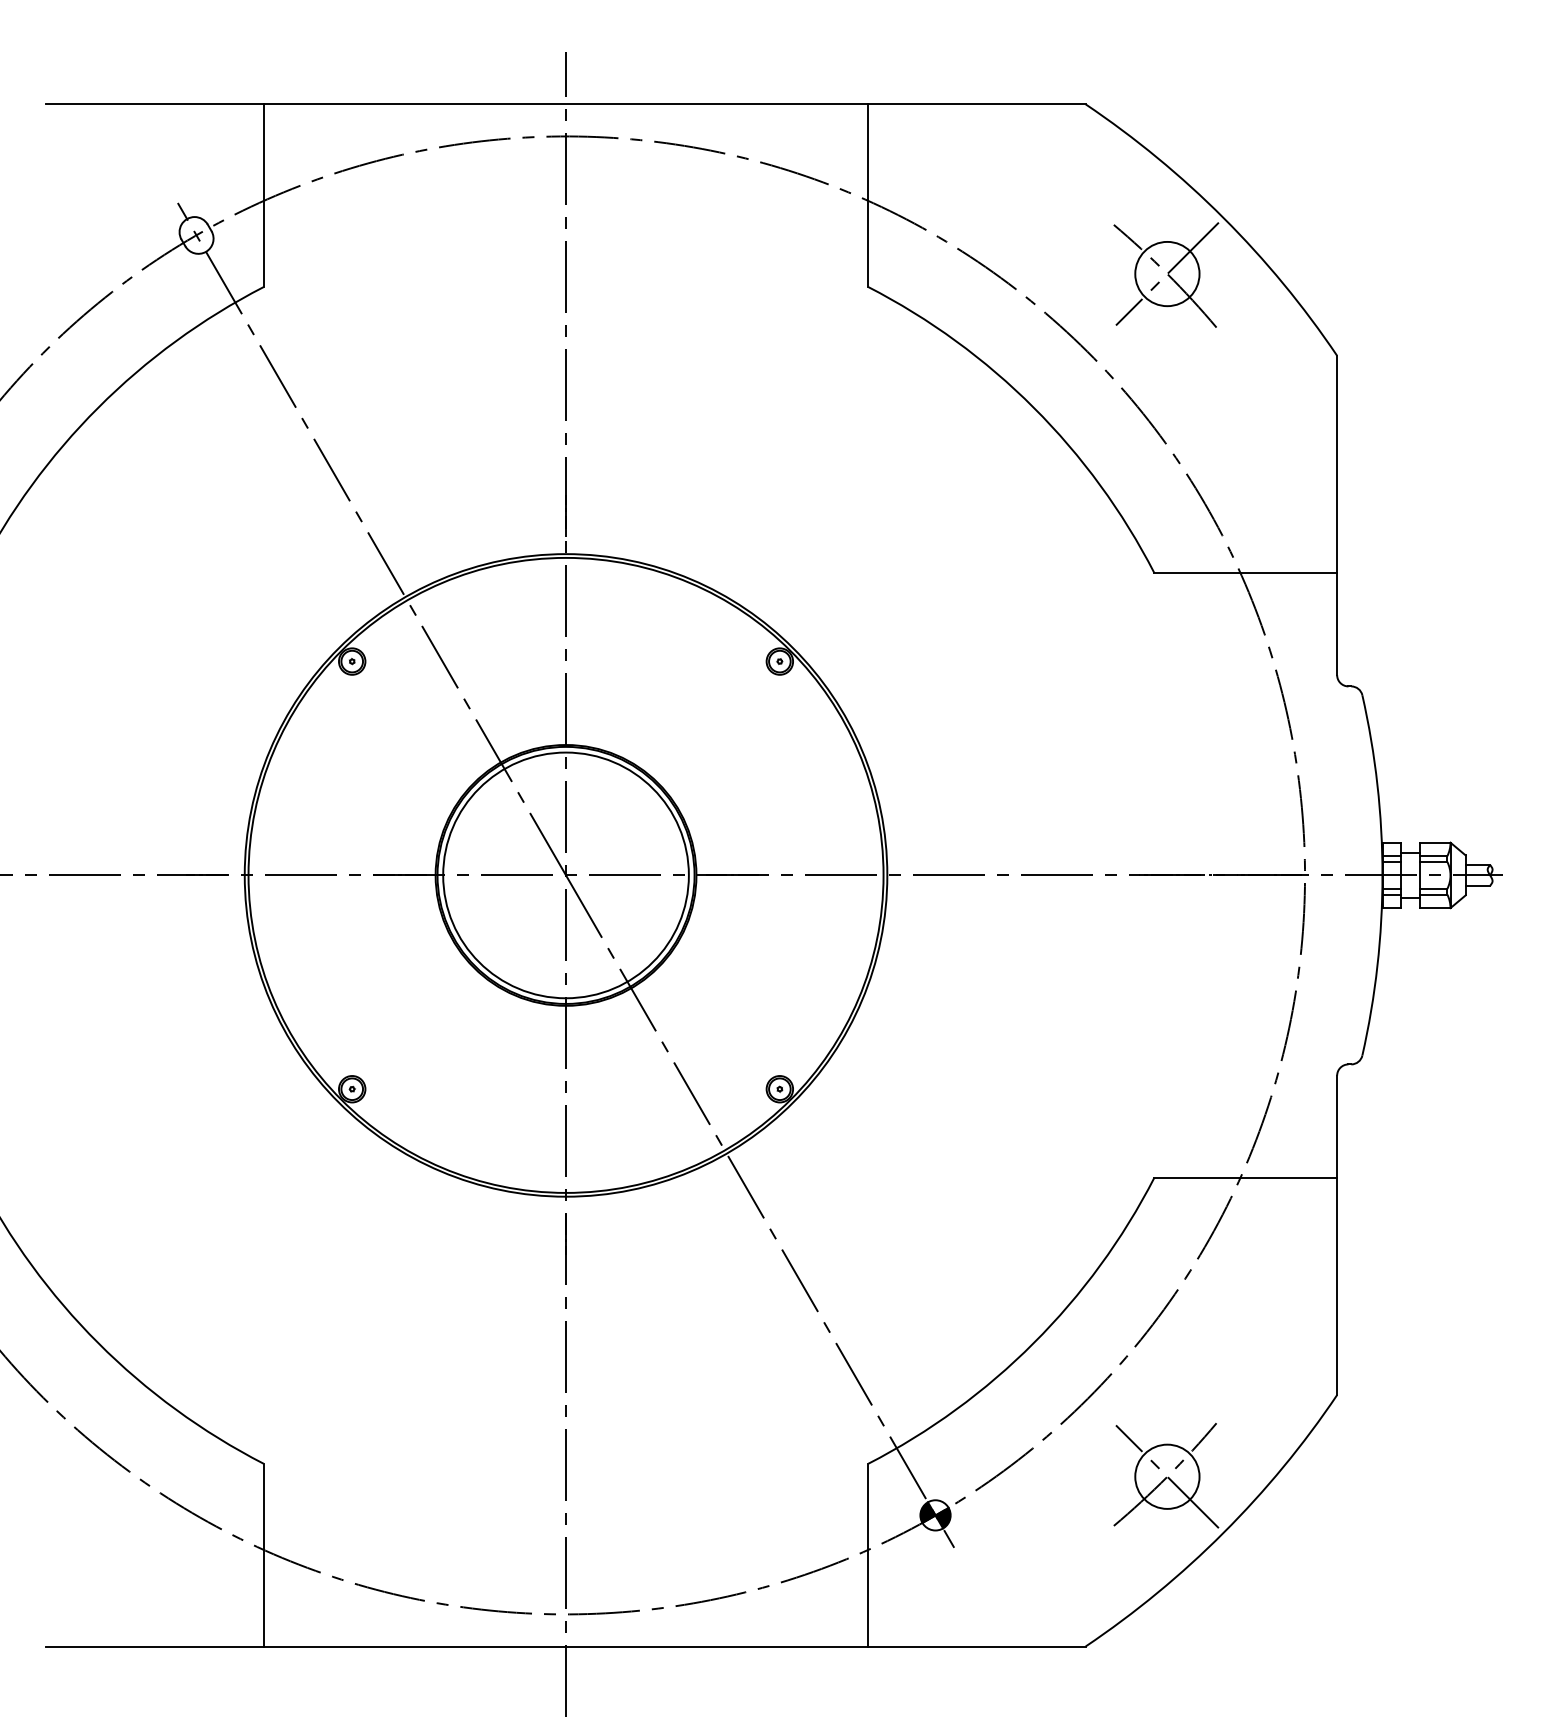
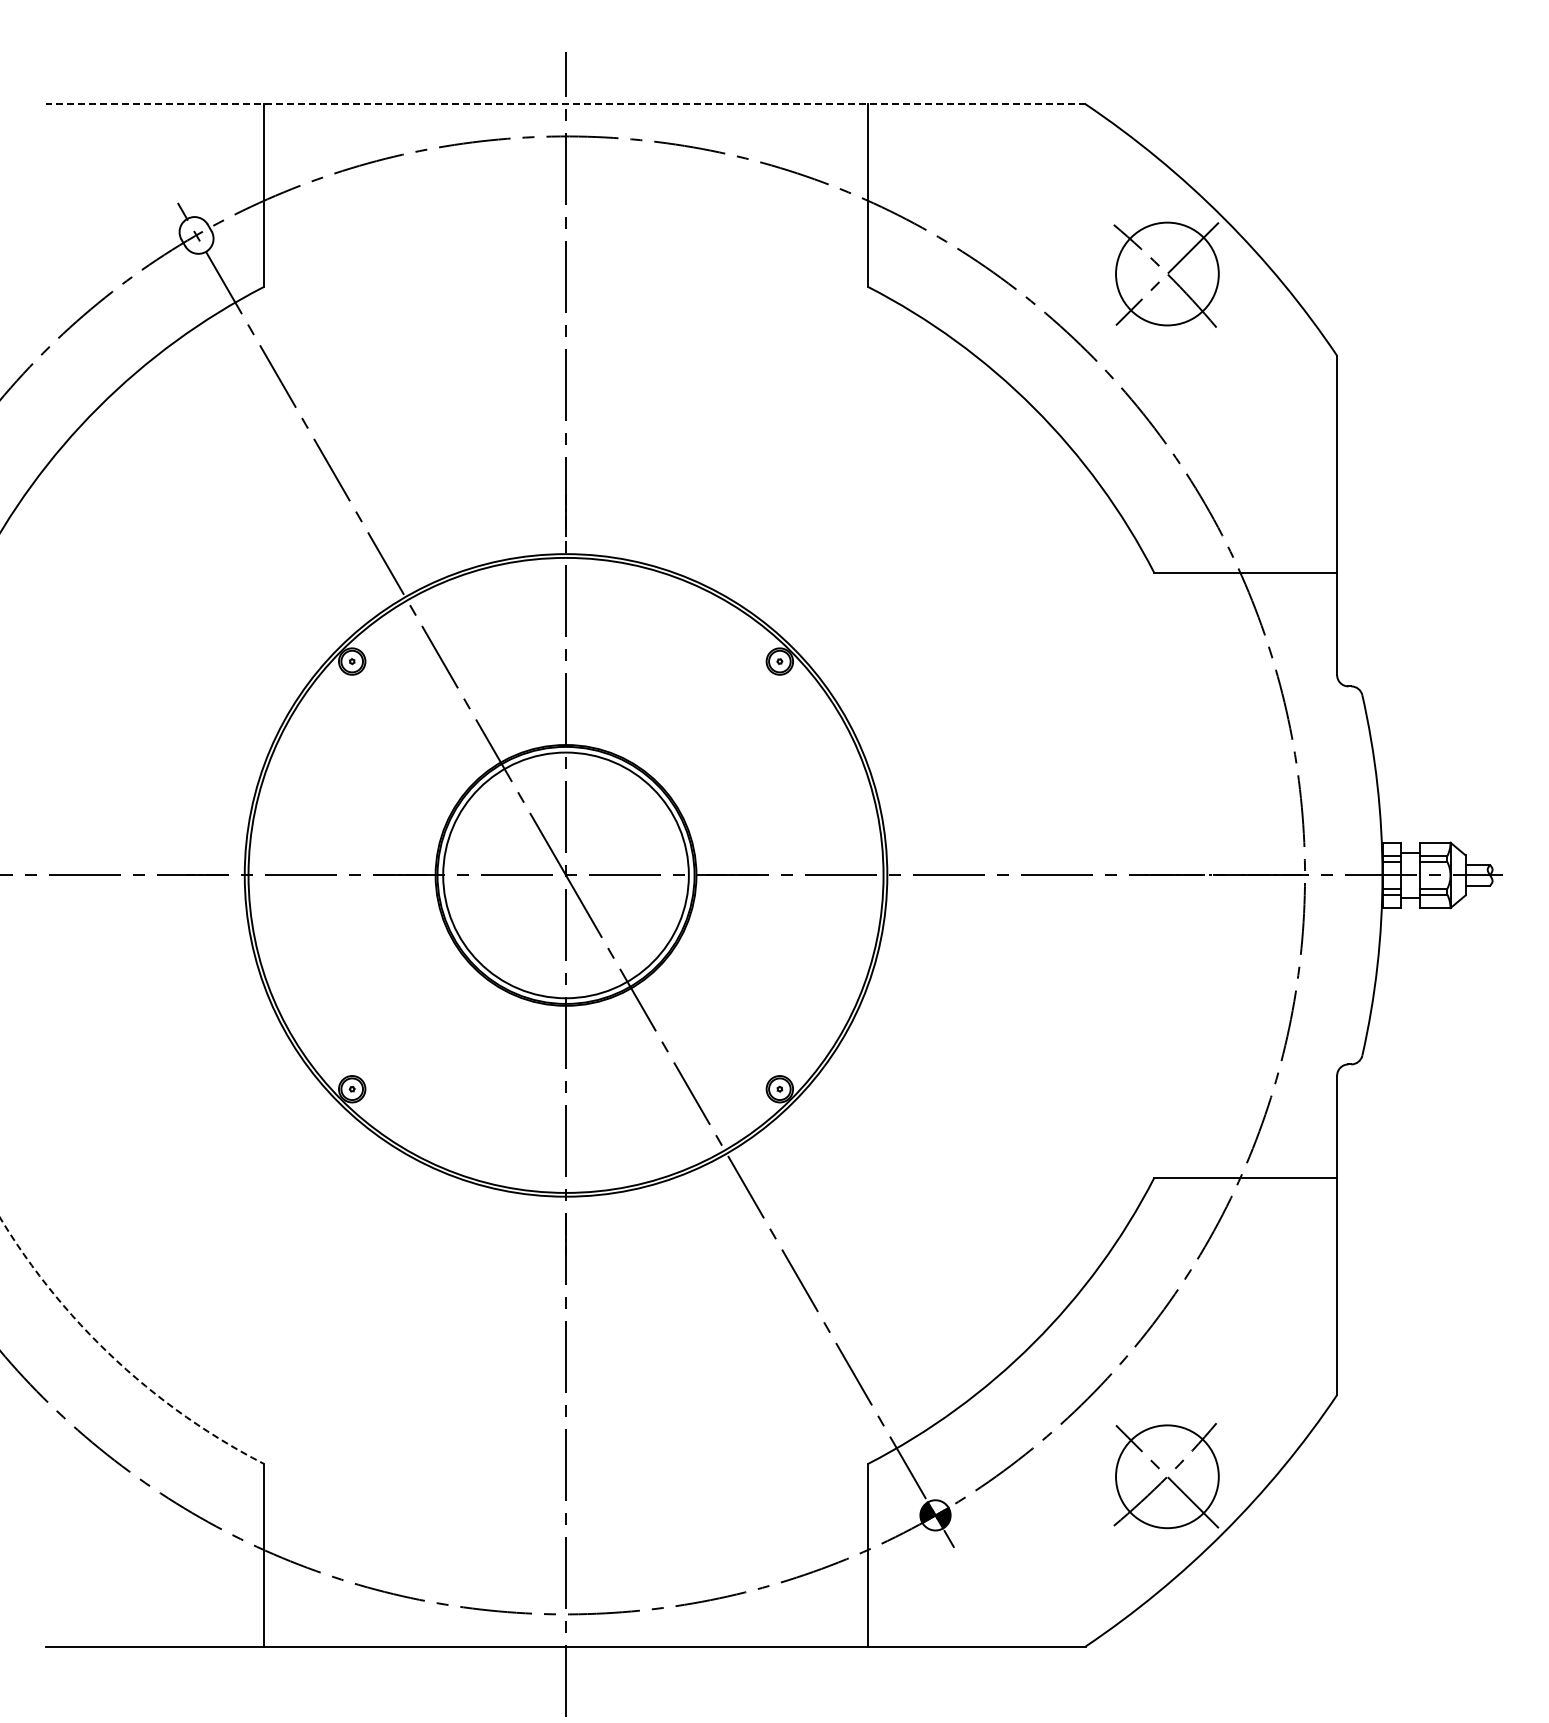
line at (566, 104): solid -> dashed
circle at (1167, 273) diameter: 64 px -> 103 px
arc at (114, 1358): solid -> dashed
circle at (1167, 1476) diameter: 64 px -> 103 px
